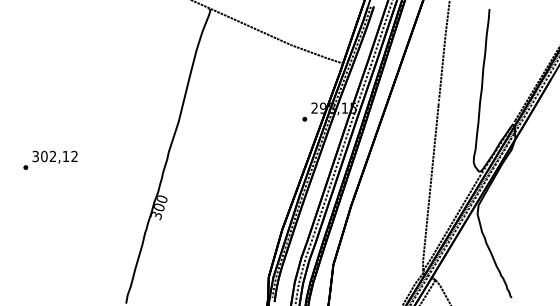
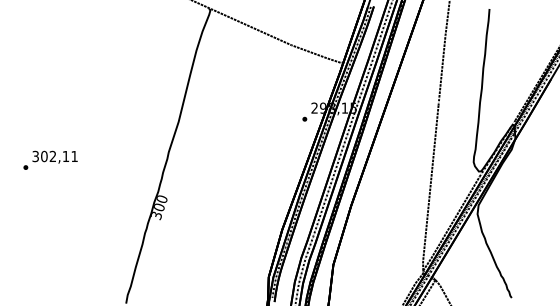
text at (74, 155): 302,12 -> 302,11
